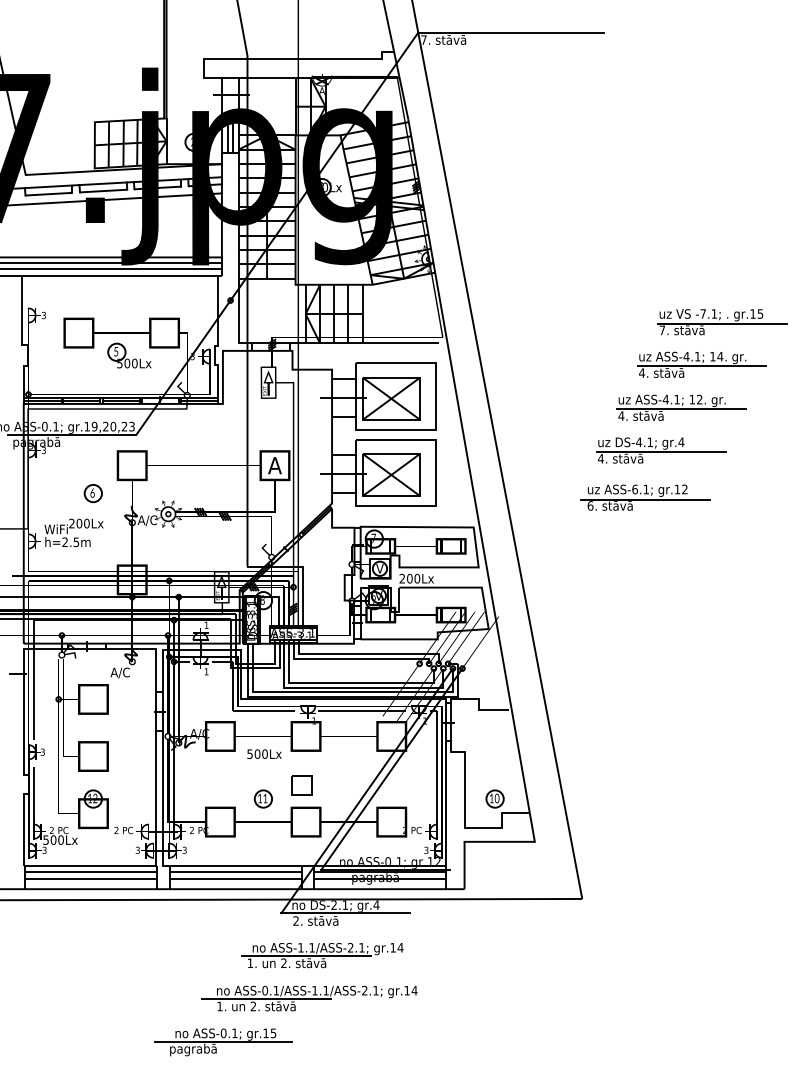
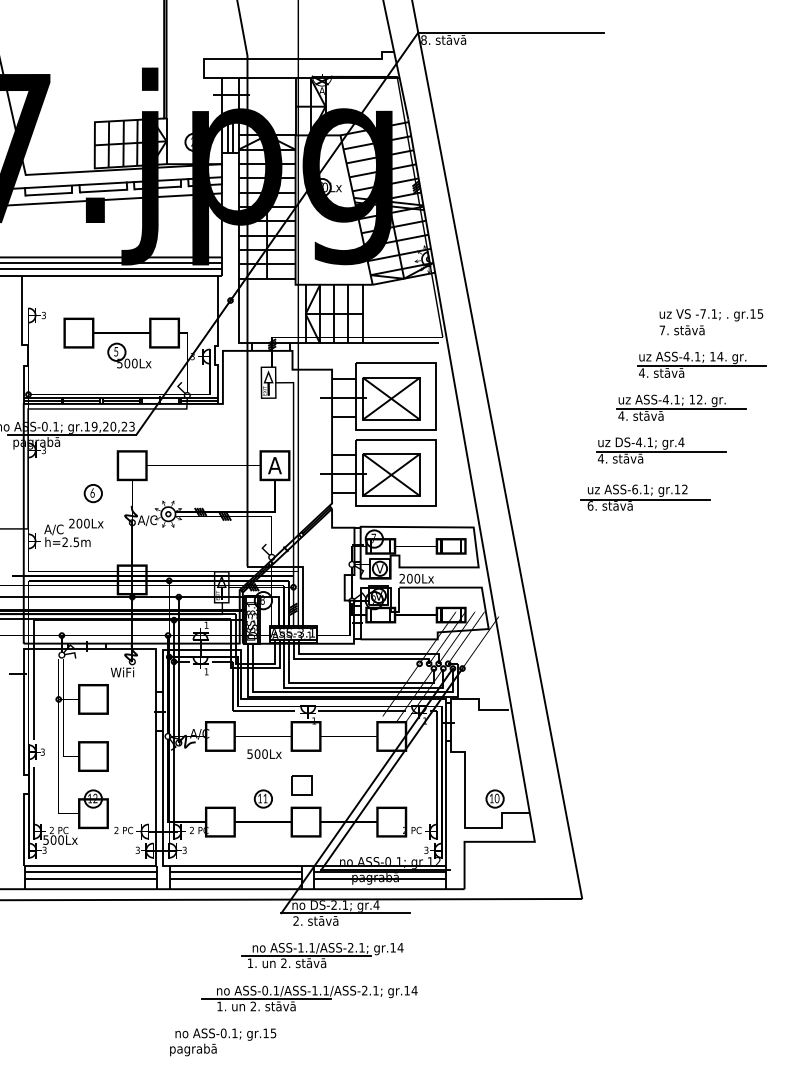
text at (423, 39): 7. -> 8.
line at (722, 323): present -> none
text at (55, 529): WiFi -> A/C
text at (122, 672): A/C -> WiFi
line at (222, 1041): present -> none
